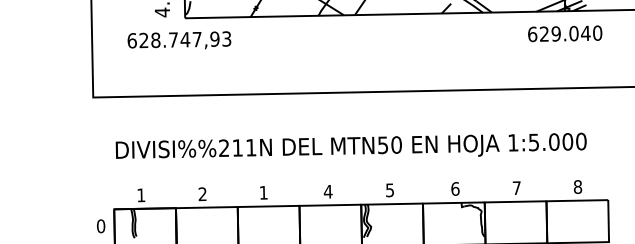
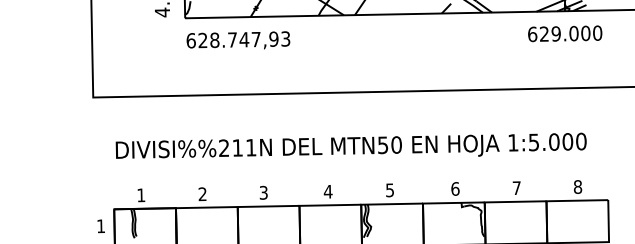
text at (585, 33): 629.040 -> 629.000
text at (179, 40) position: (179, 40) -> (238, 40)
text at (263, 192): 1 -> 3
text at (101, 226): 0 -> 1
